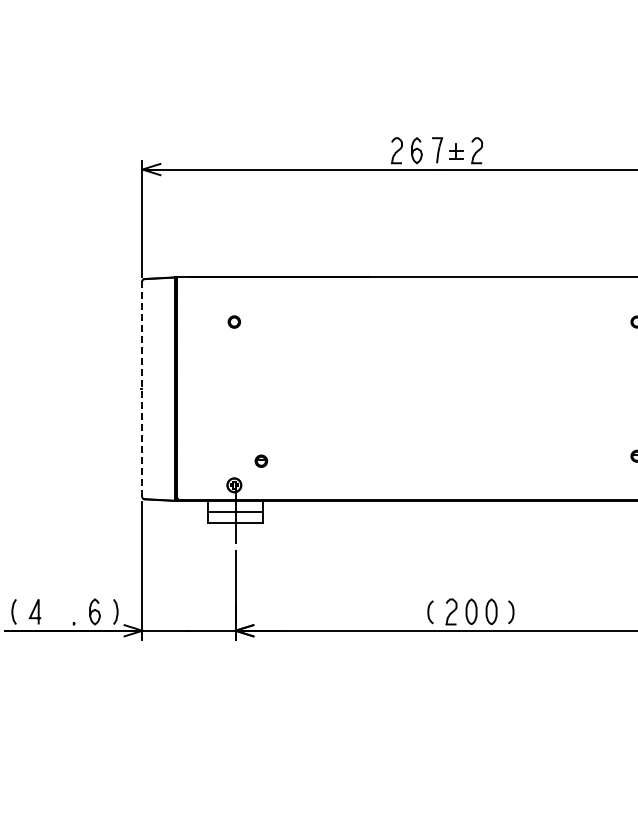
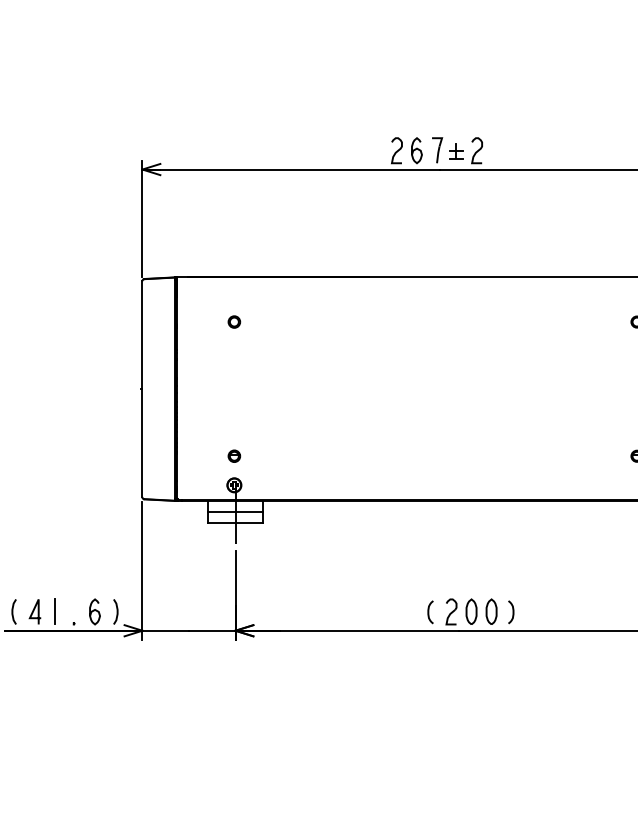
line at (142, 389): dashed -> solid
part at (261, 460) position: (261, 460) -> (234, 455)
line at (54, 611): none -> present
